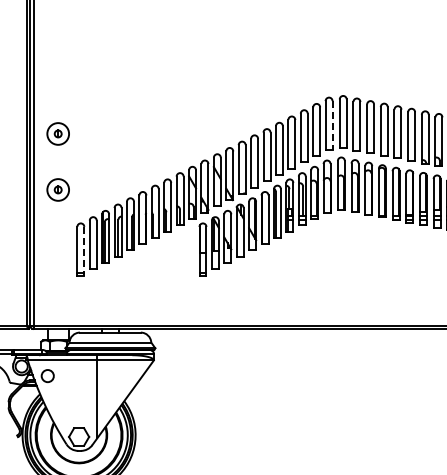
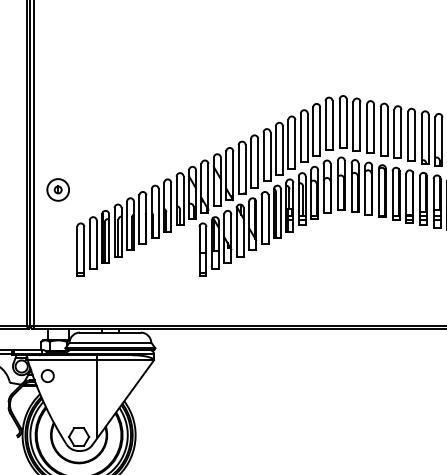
line at (332, 125): dashed -> solid
part at (57, 133): present -> none
line at (84, 251): dashed -> solid
